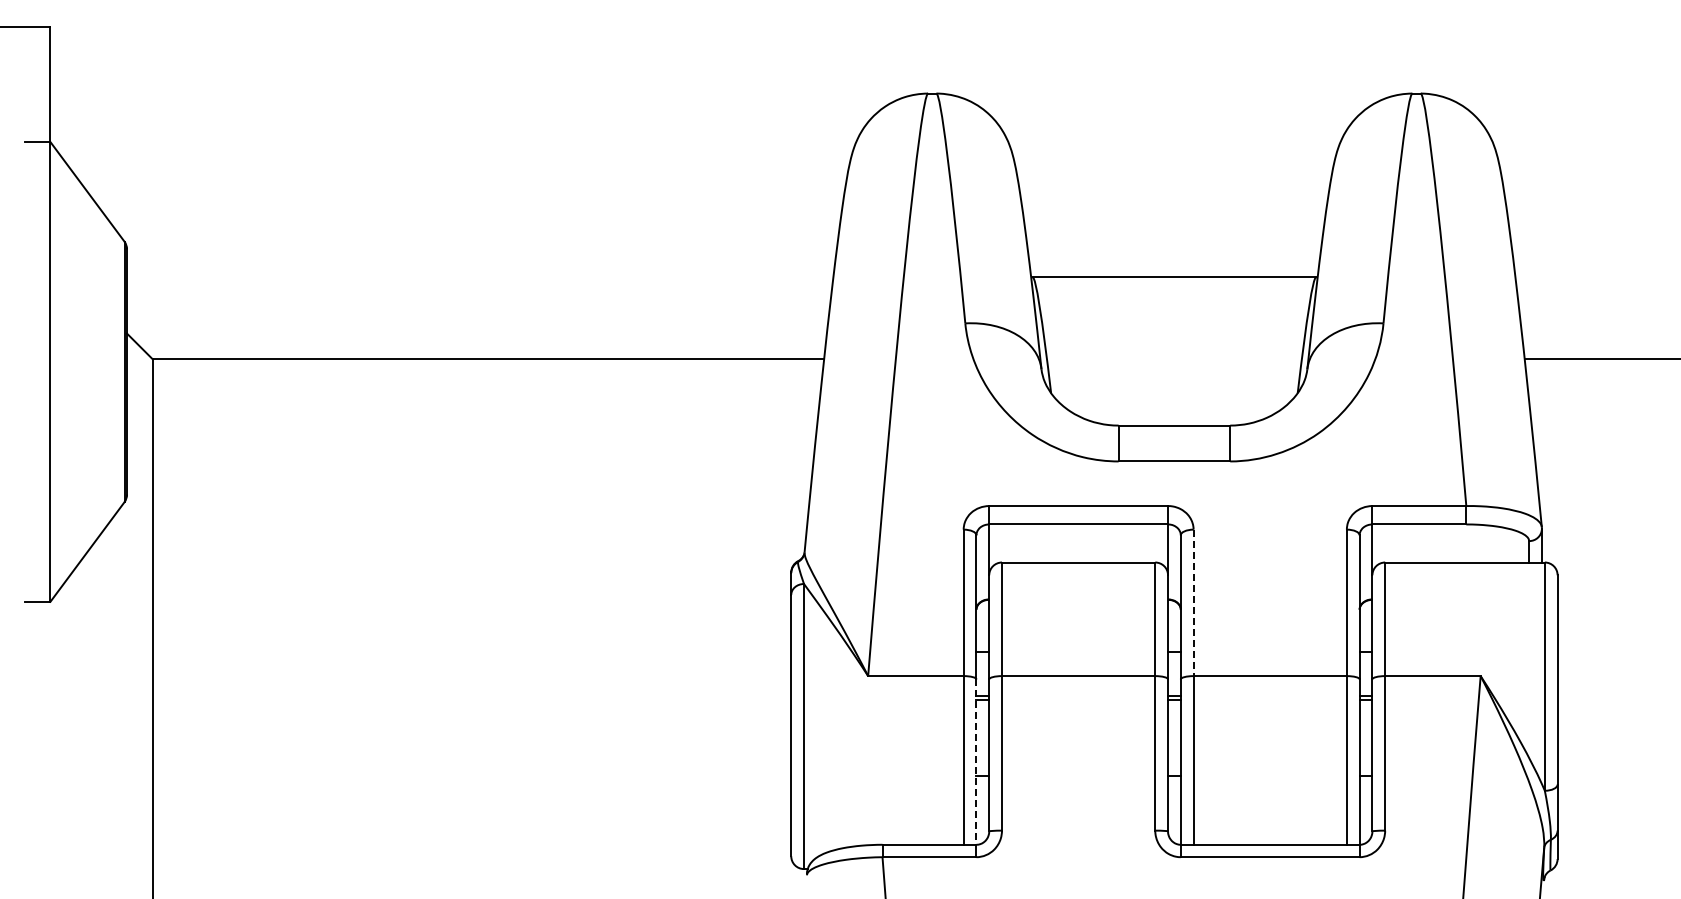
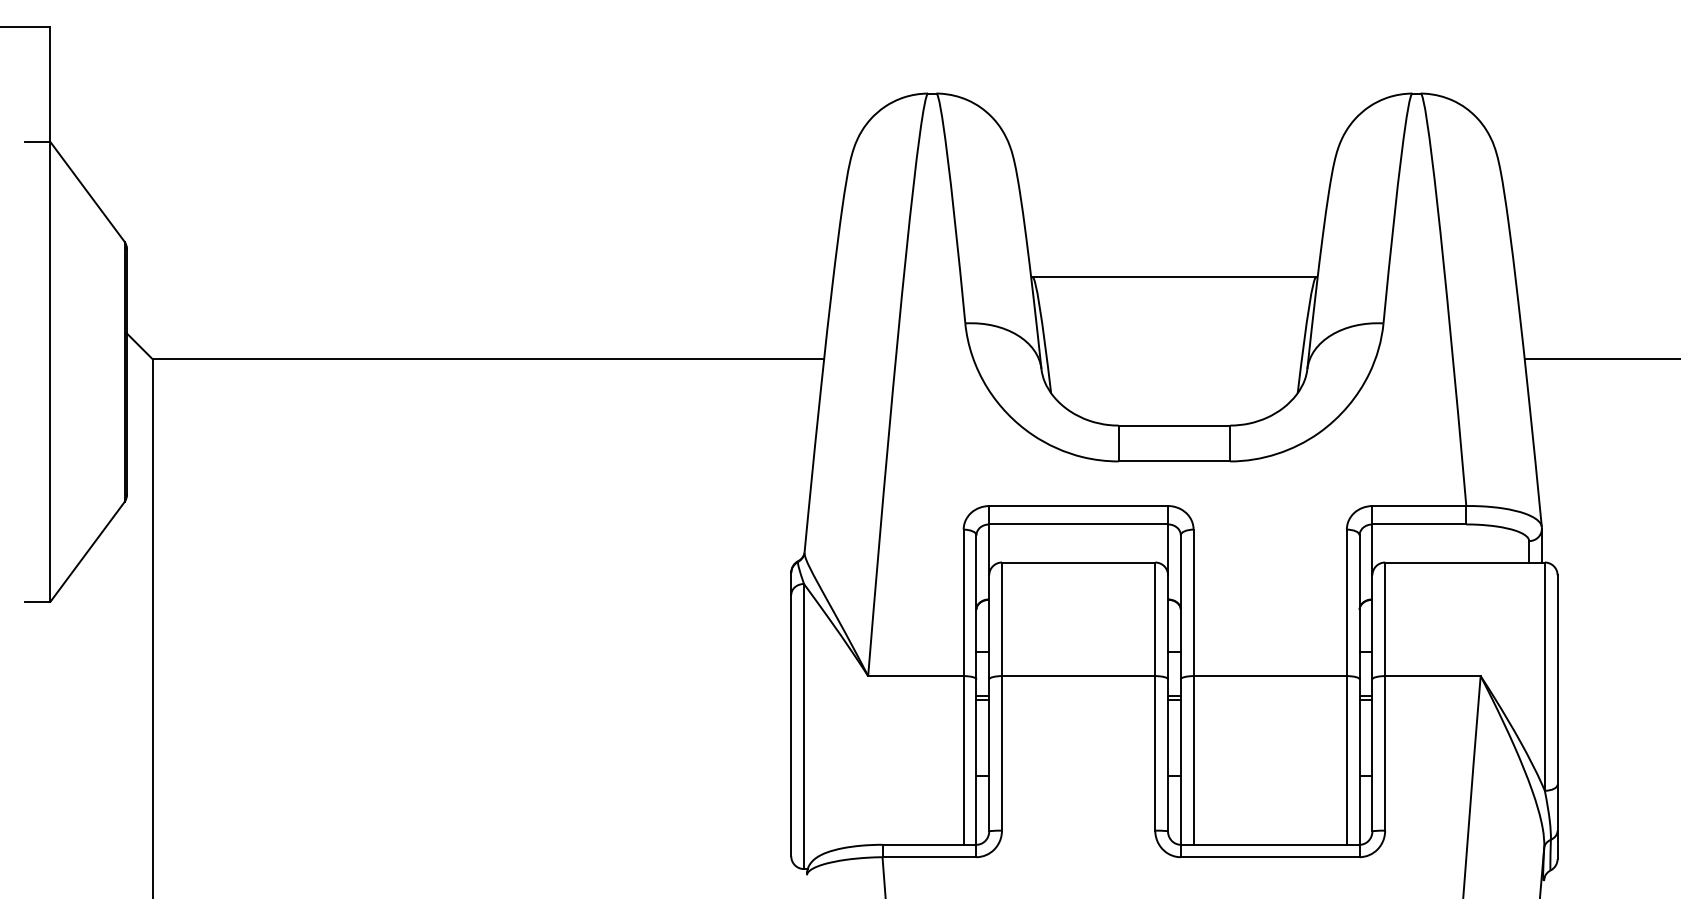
line at (1193, 603): dashed -> solid
line at (976, 762): dashed -> solid
